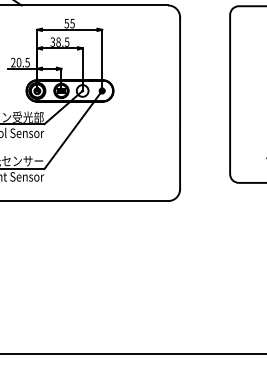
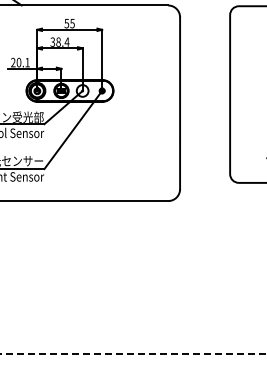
text at (66, 41): 38.5 -> 38.4
text at (27, 62): 20.5 -> 20.1
line at (133, 353): solid -> dashed
